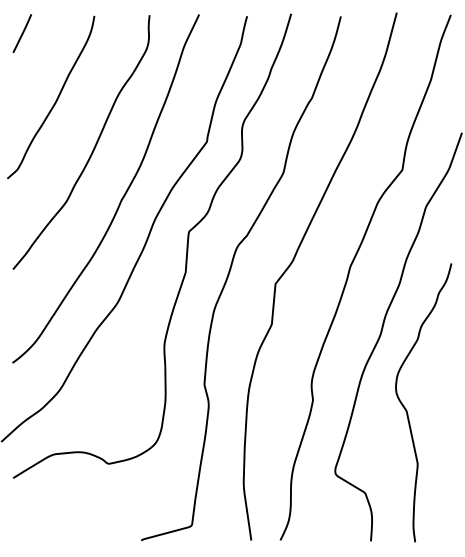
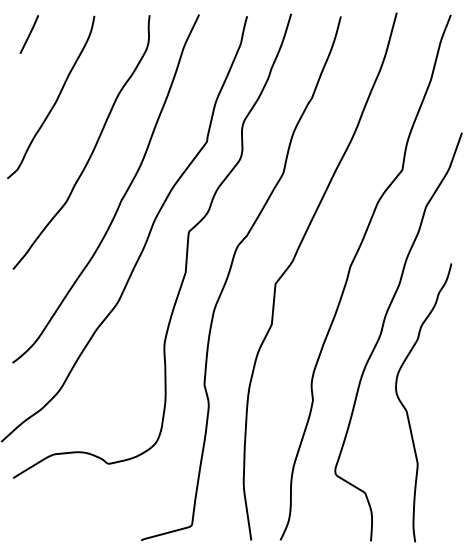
line at (21, 33) position: (21, 33) -> (28, 34)
